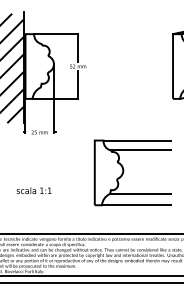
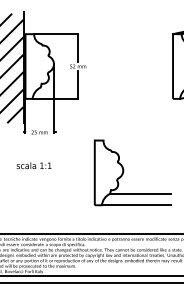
line at (136, 140): present -> none
line at (140, 150): present -> none
text at (33, 190) position: (33, 190) -> (33, 165)
